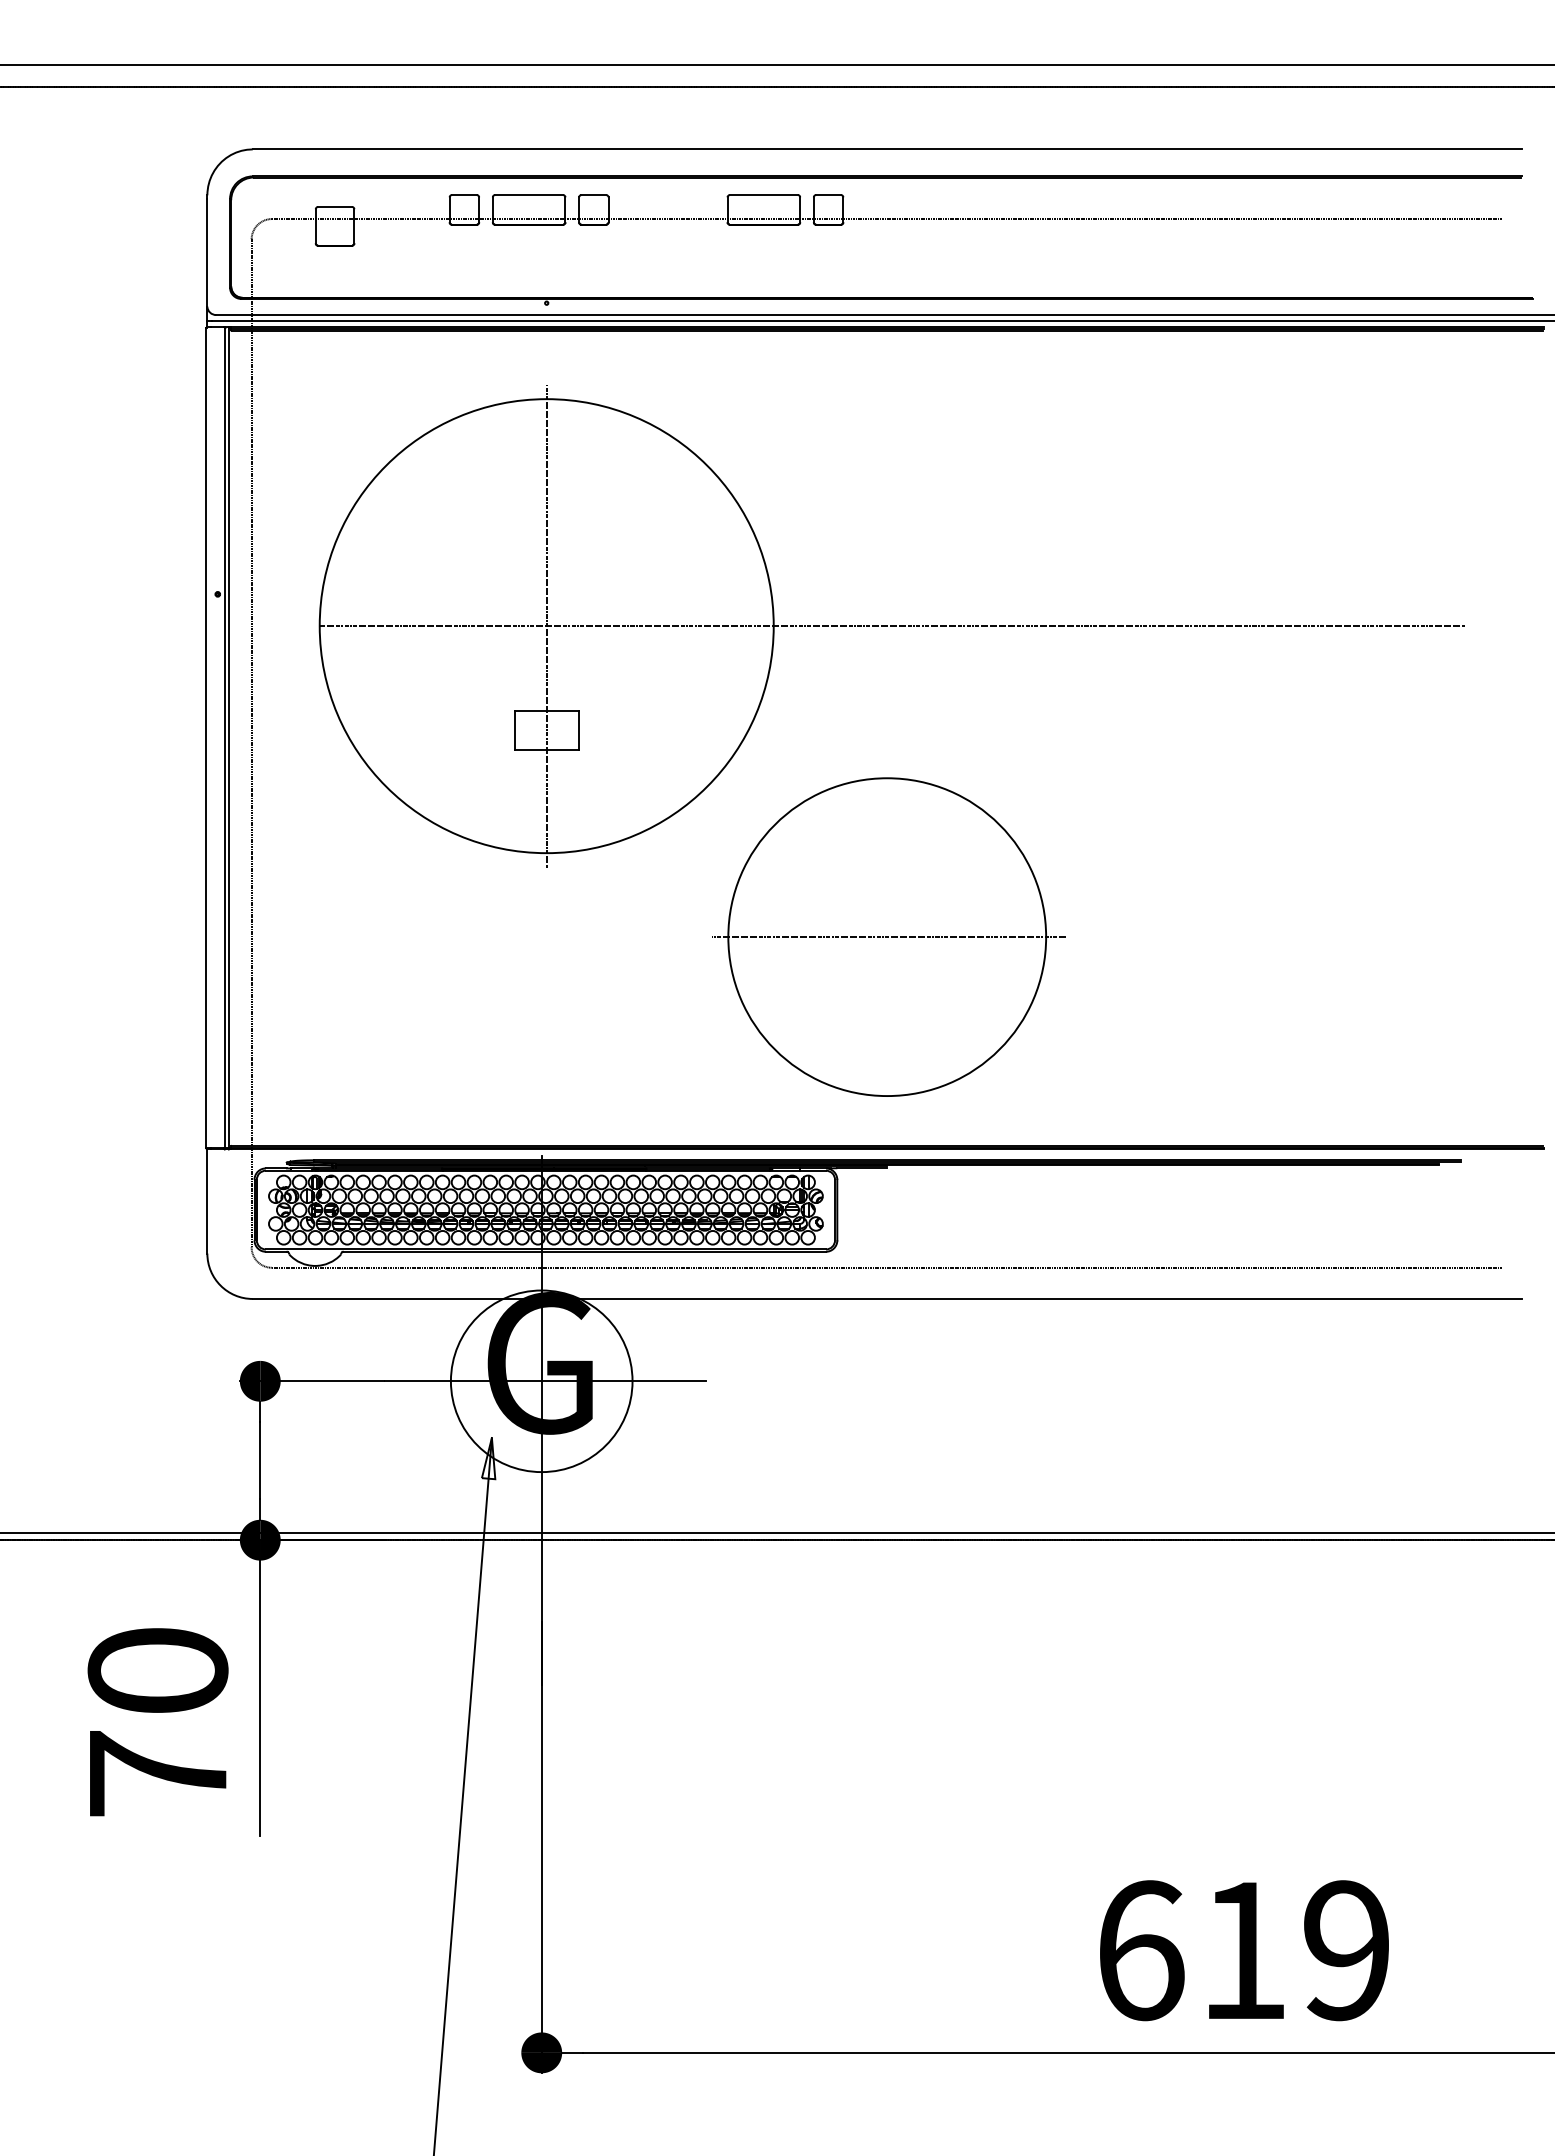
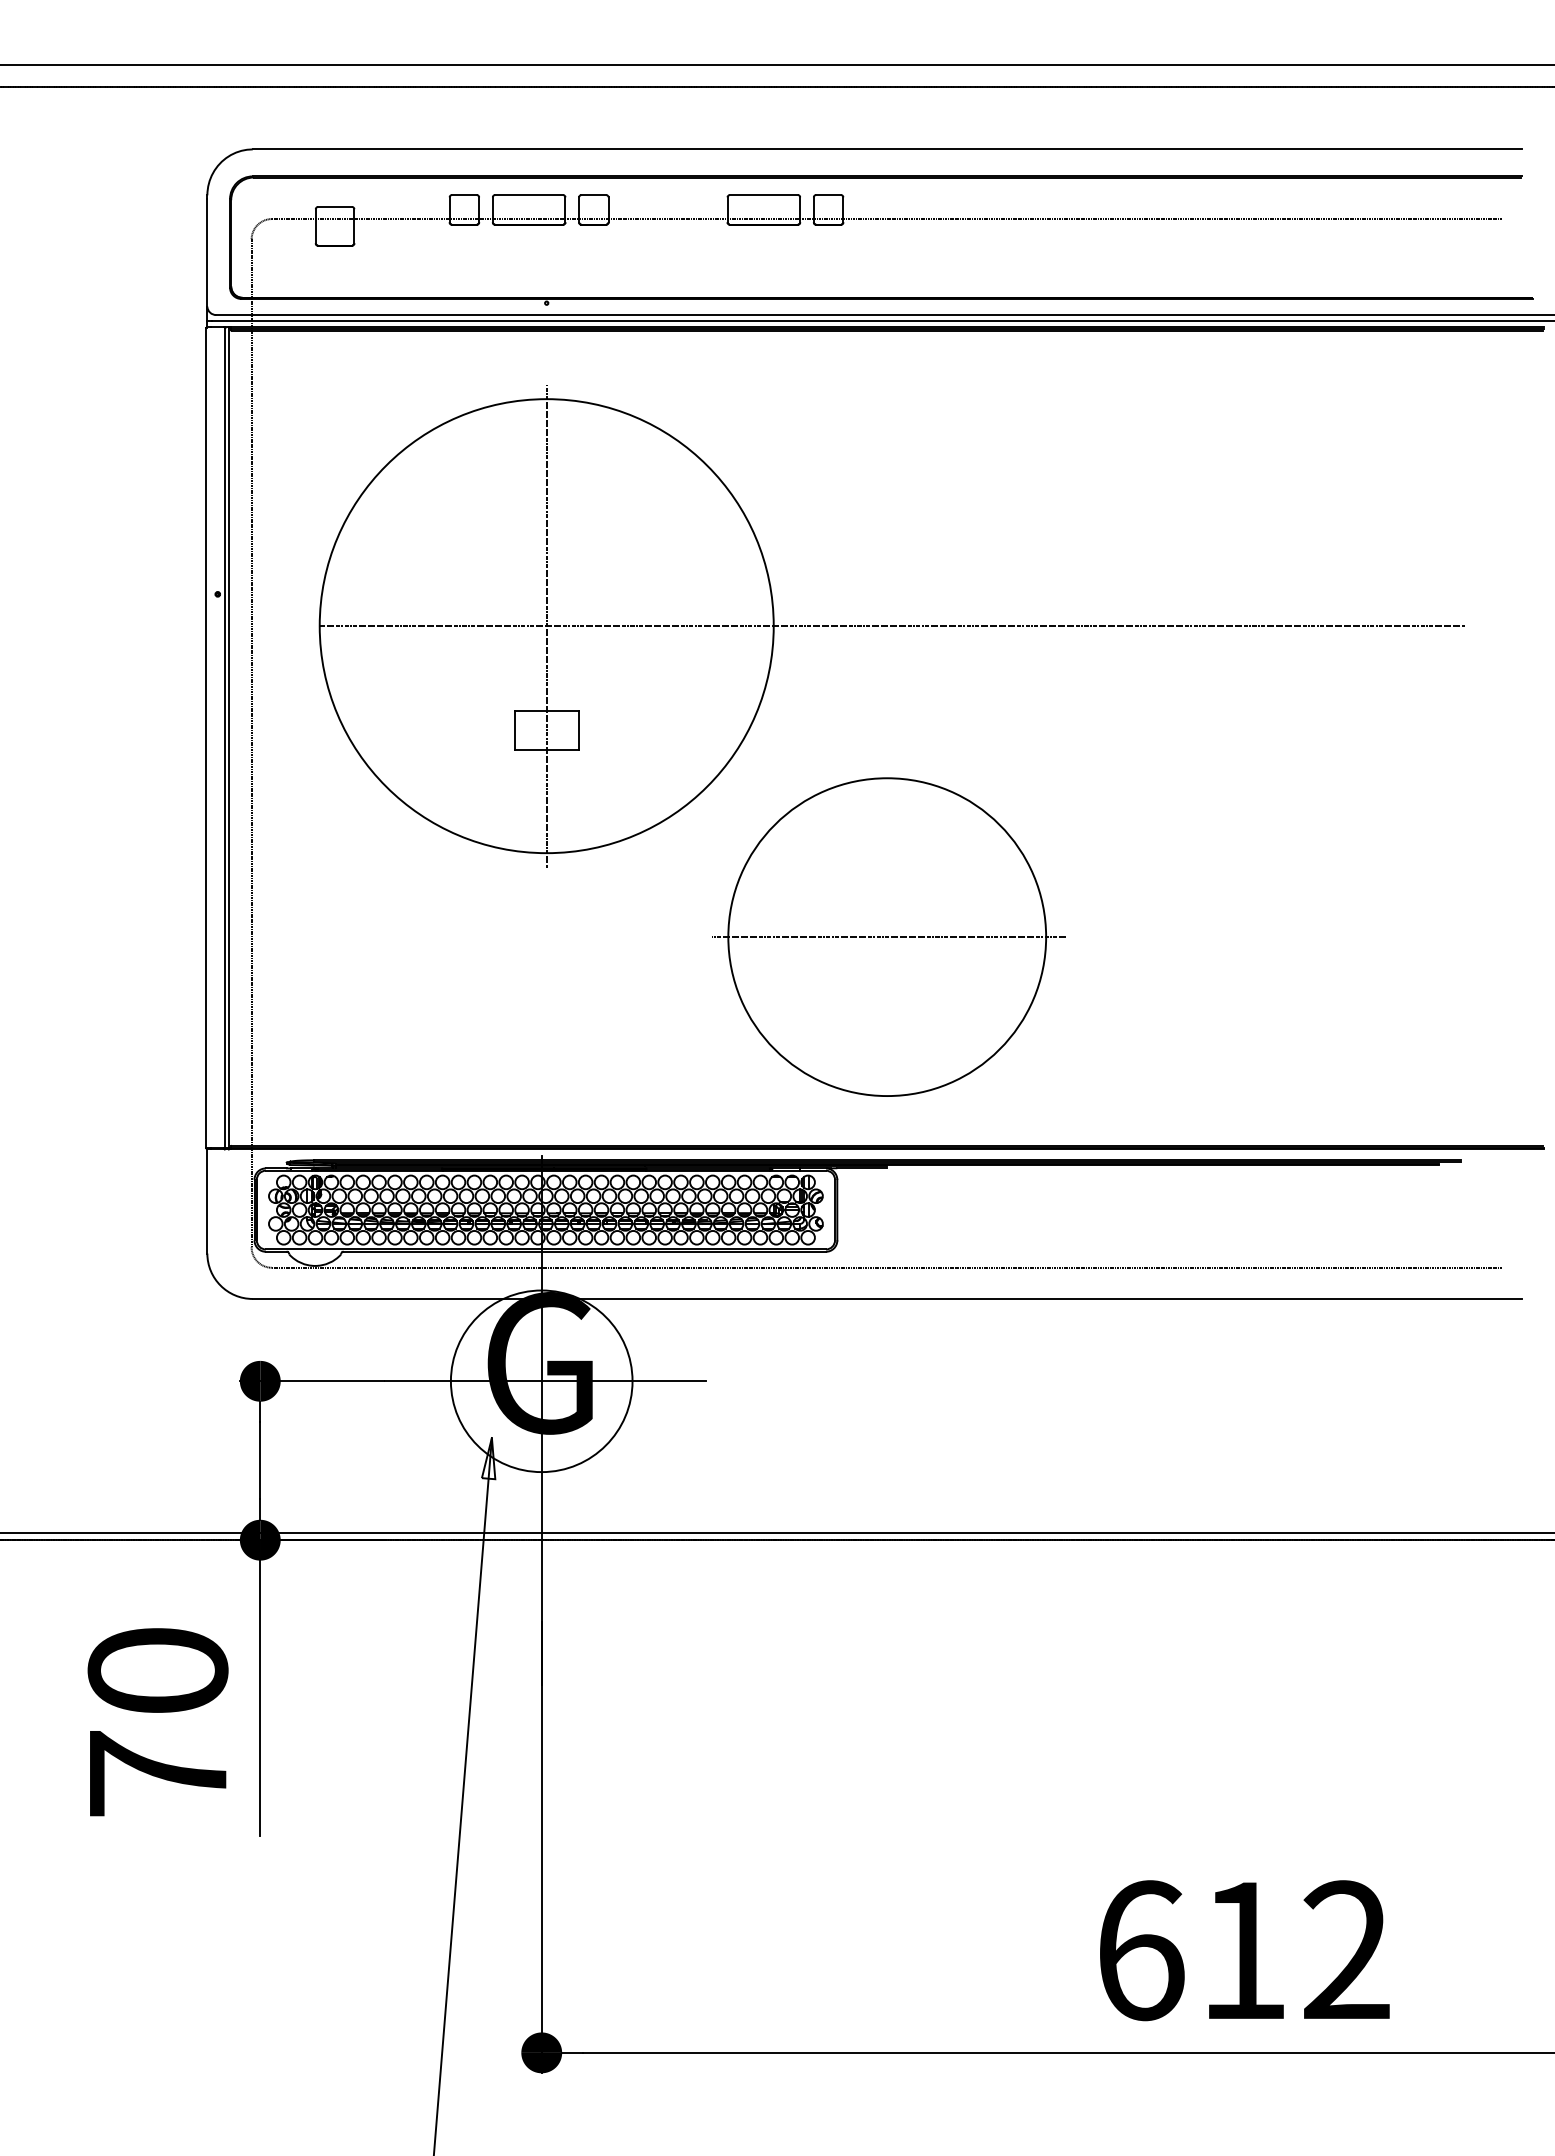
text at (1346, 1950): 619 -> 612
